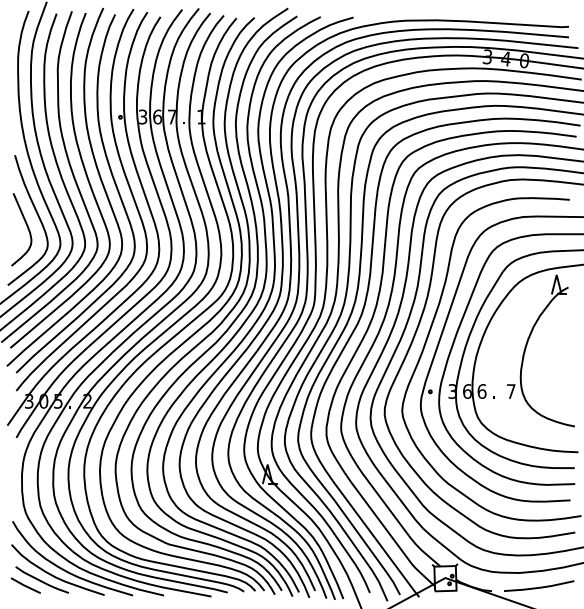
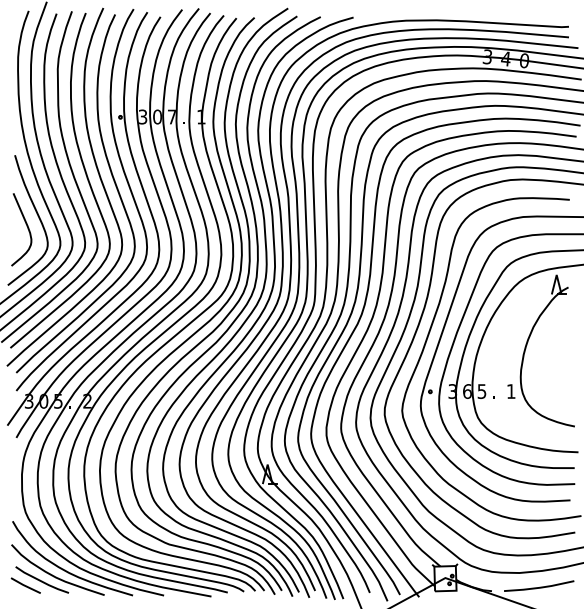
text at (157, 116): 6 -> 0
text at (481, 391): 6 -> 5
text at (511, 391): 7 -> 1
